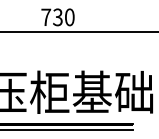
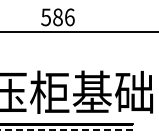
text at (57, 17): 730 -> 586
line at (65, 130): solid -> dashed
